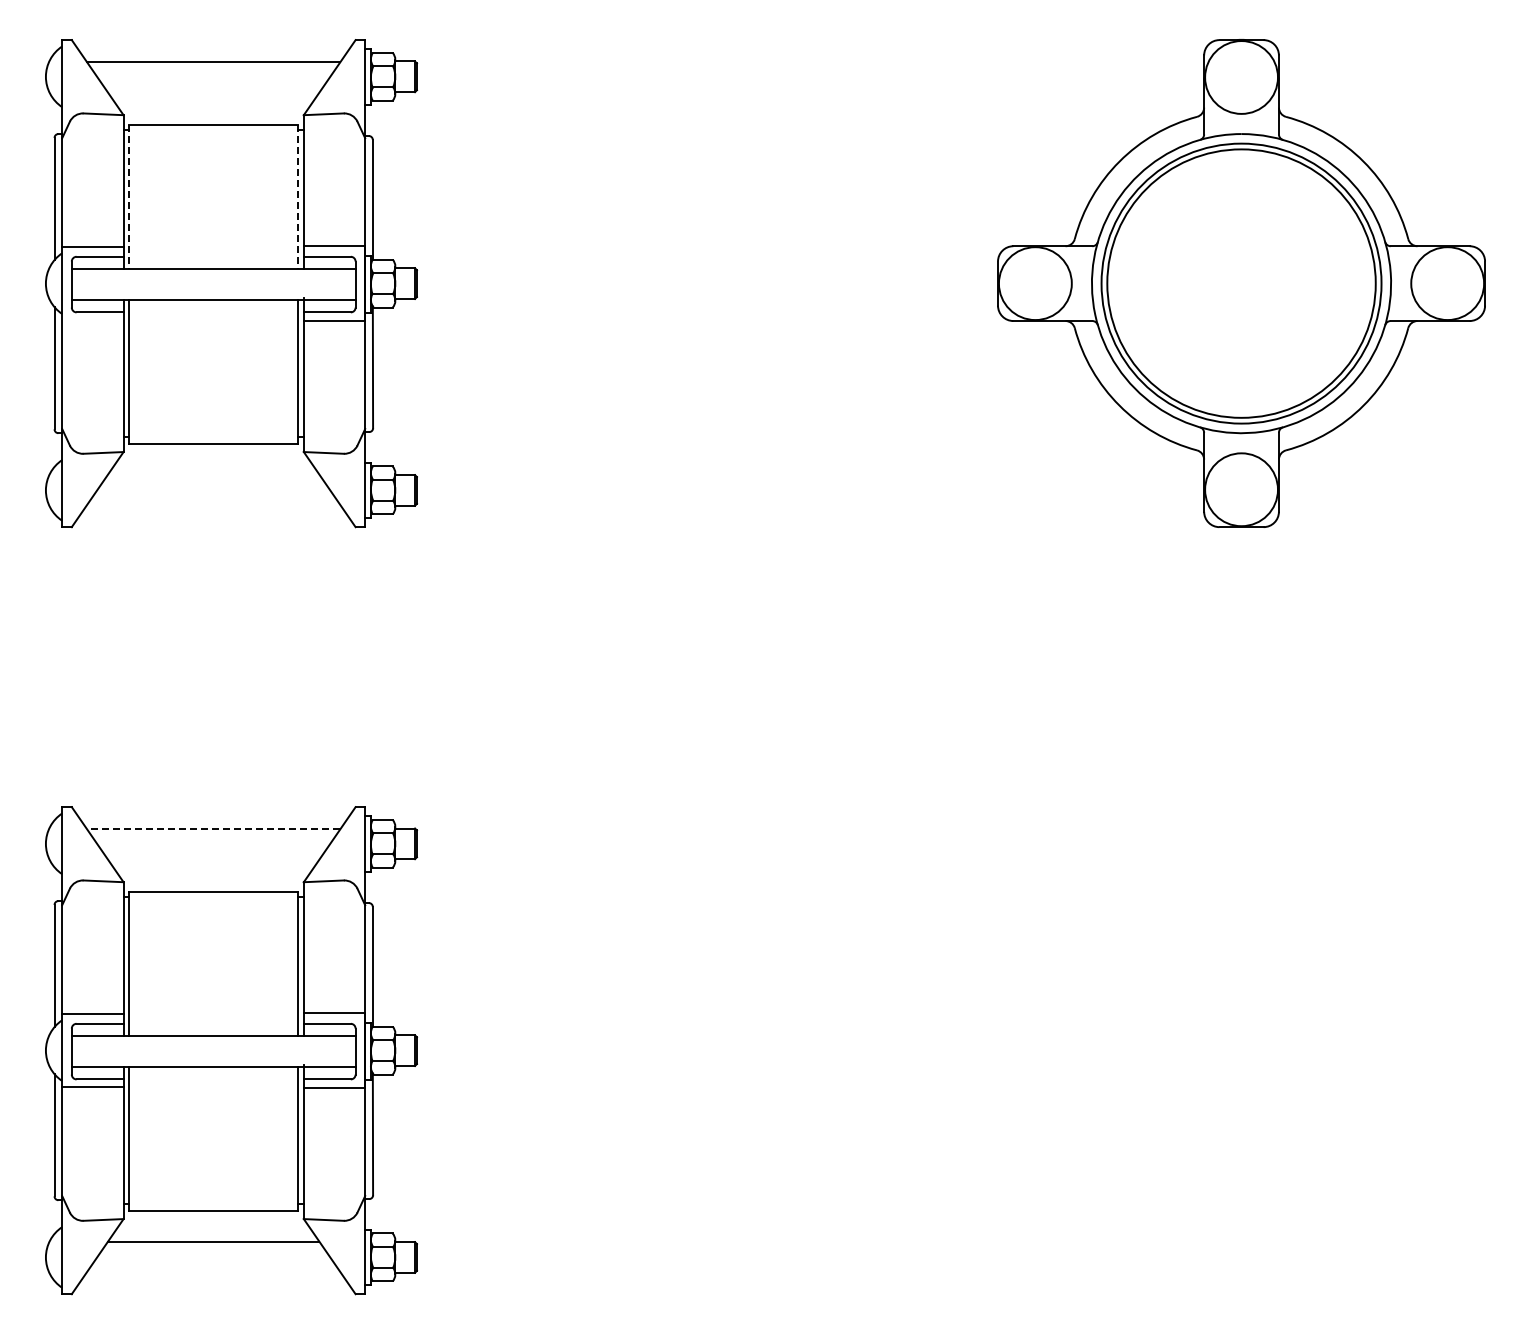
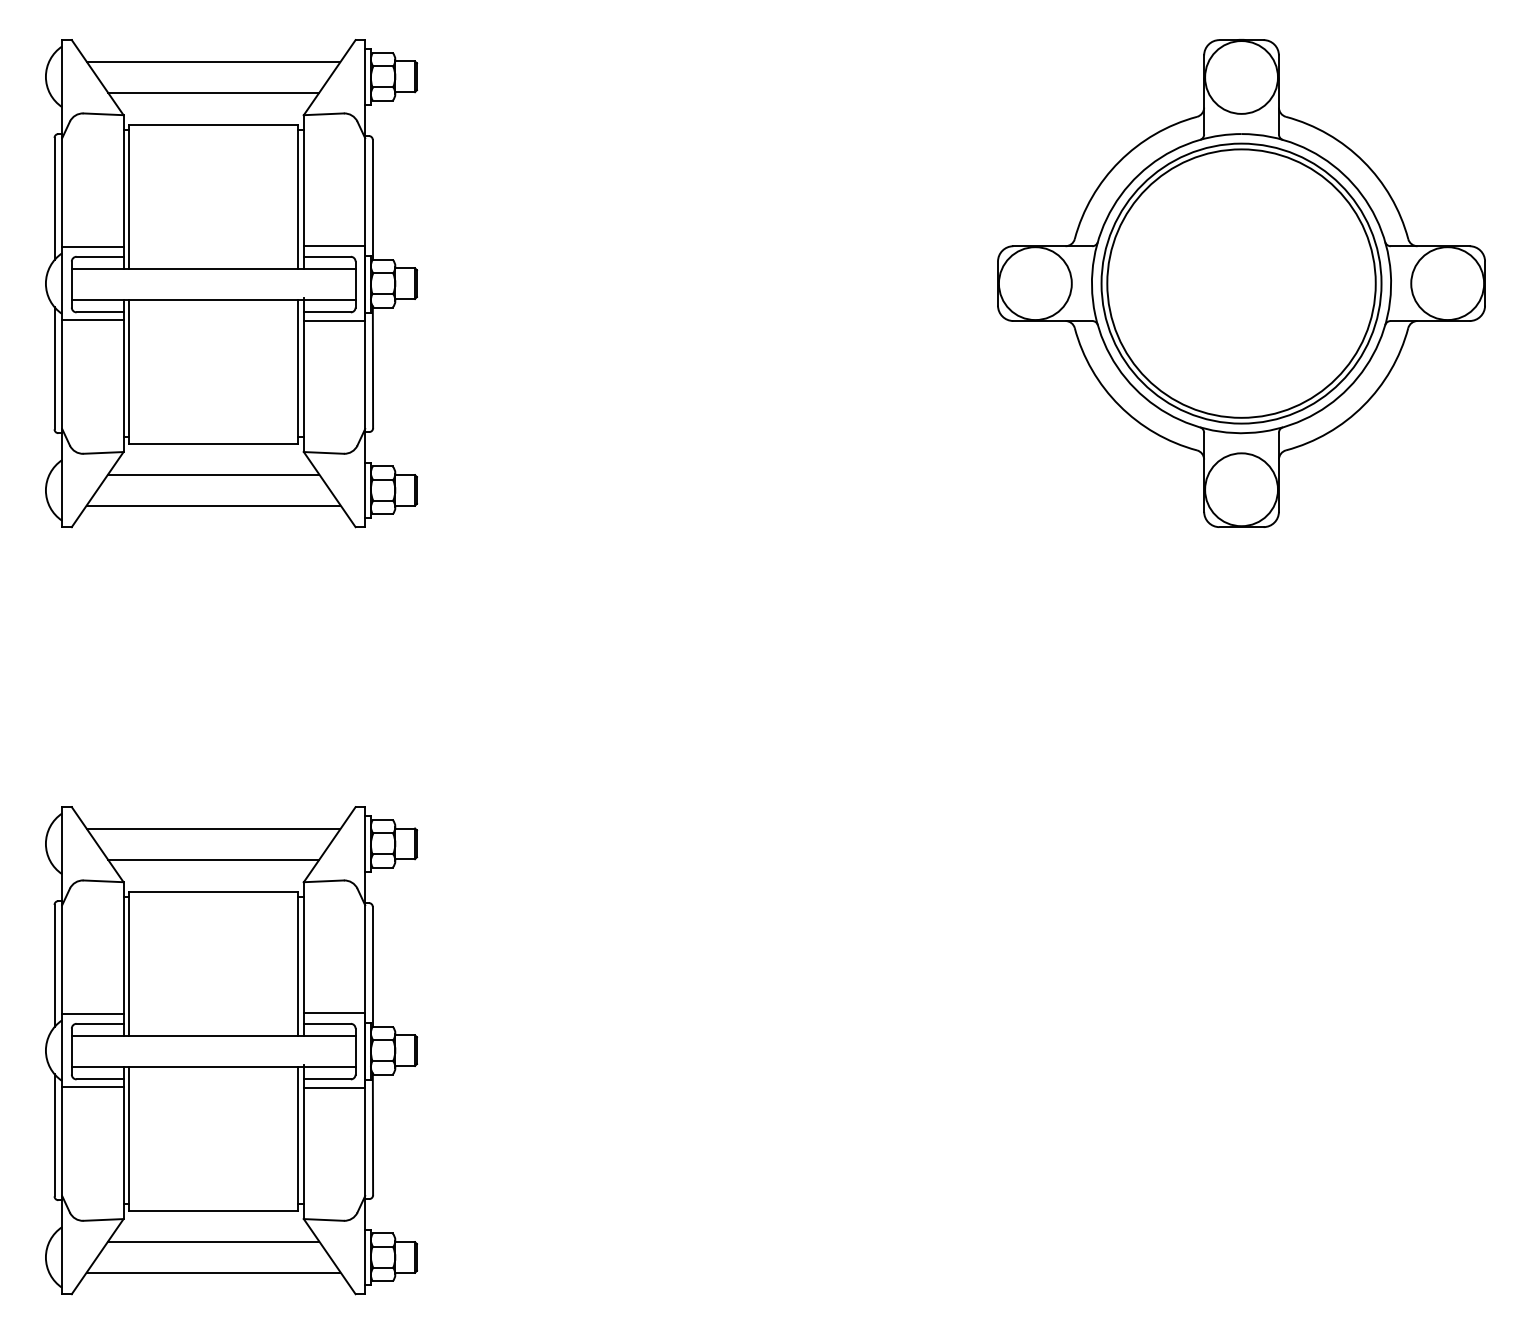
line at (213, 93): none -> present
line at (129, 197): dashed -> solid
line at (298, 197): dashed -> solid
line at (92, 320): none -> present
line at (213, 475): none -> present
line at (213, 505): none -> present
line at (213, 829): dashed -> solid
line at (213, 860): none -> present
line at (213, 1272): none -> present
